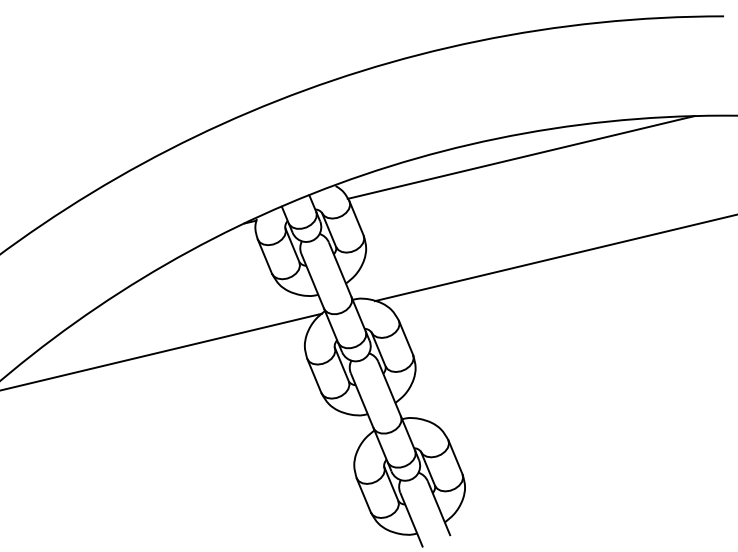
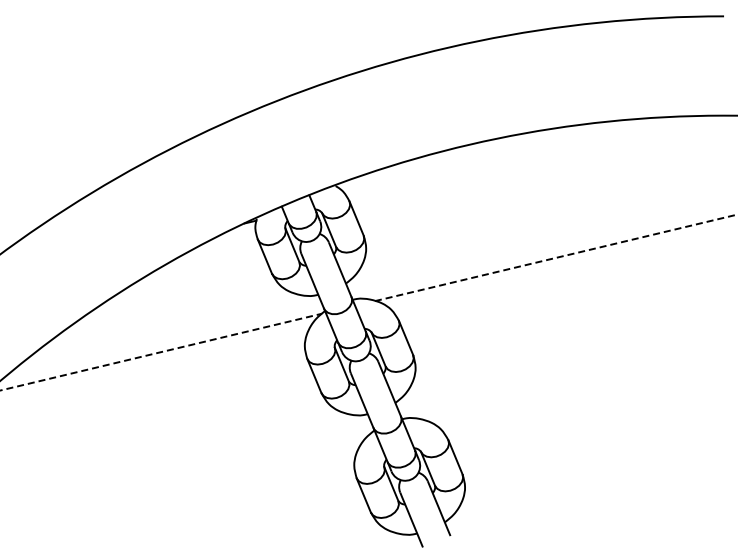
line at (520, 157): present -> none
line at (556, 257): solid -> dashed
line at (161, 351): solid -> dashed
